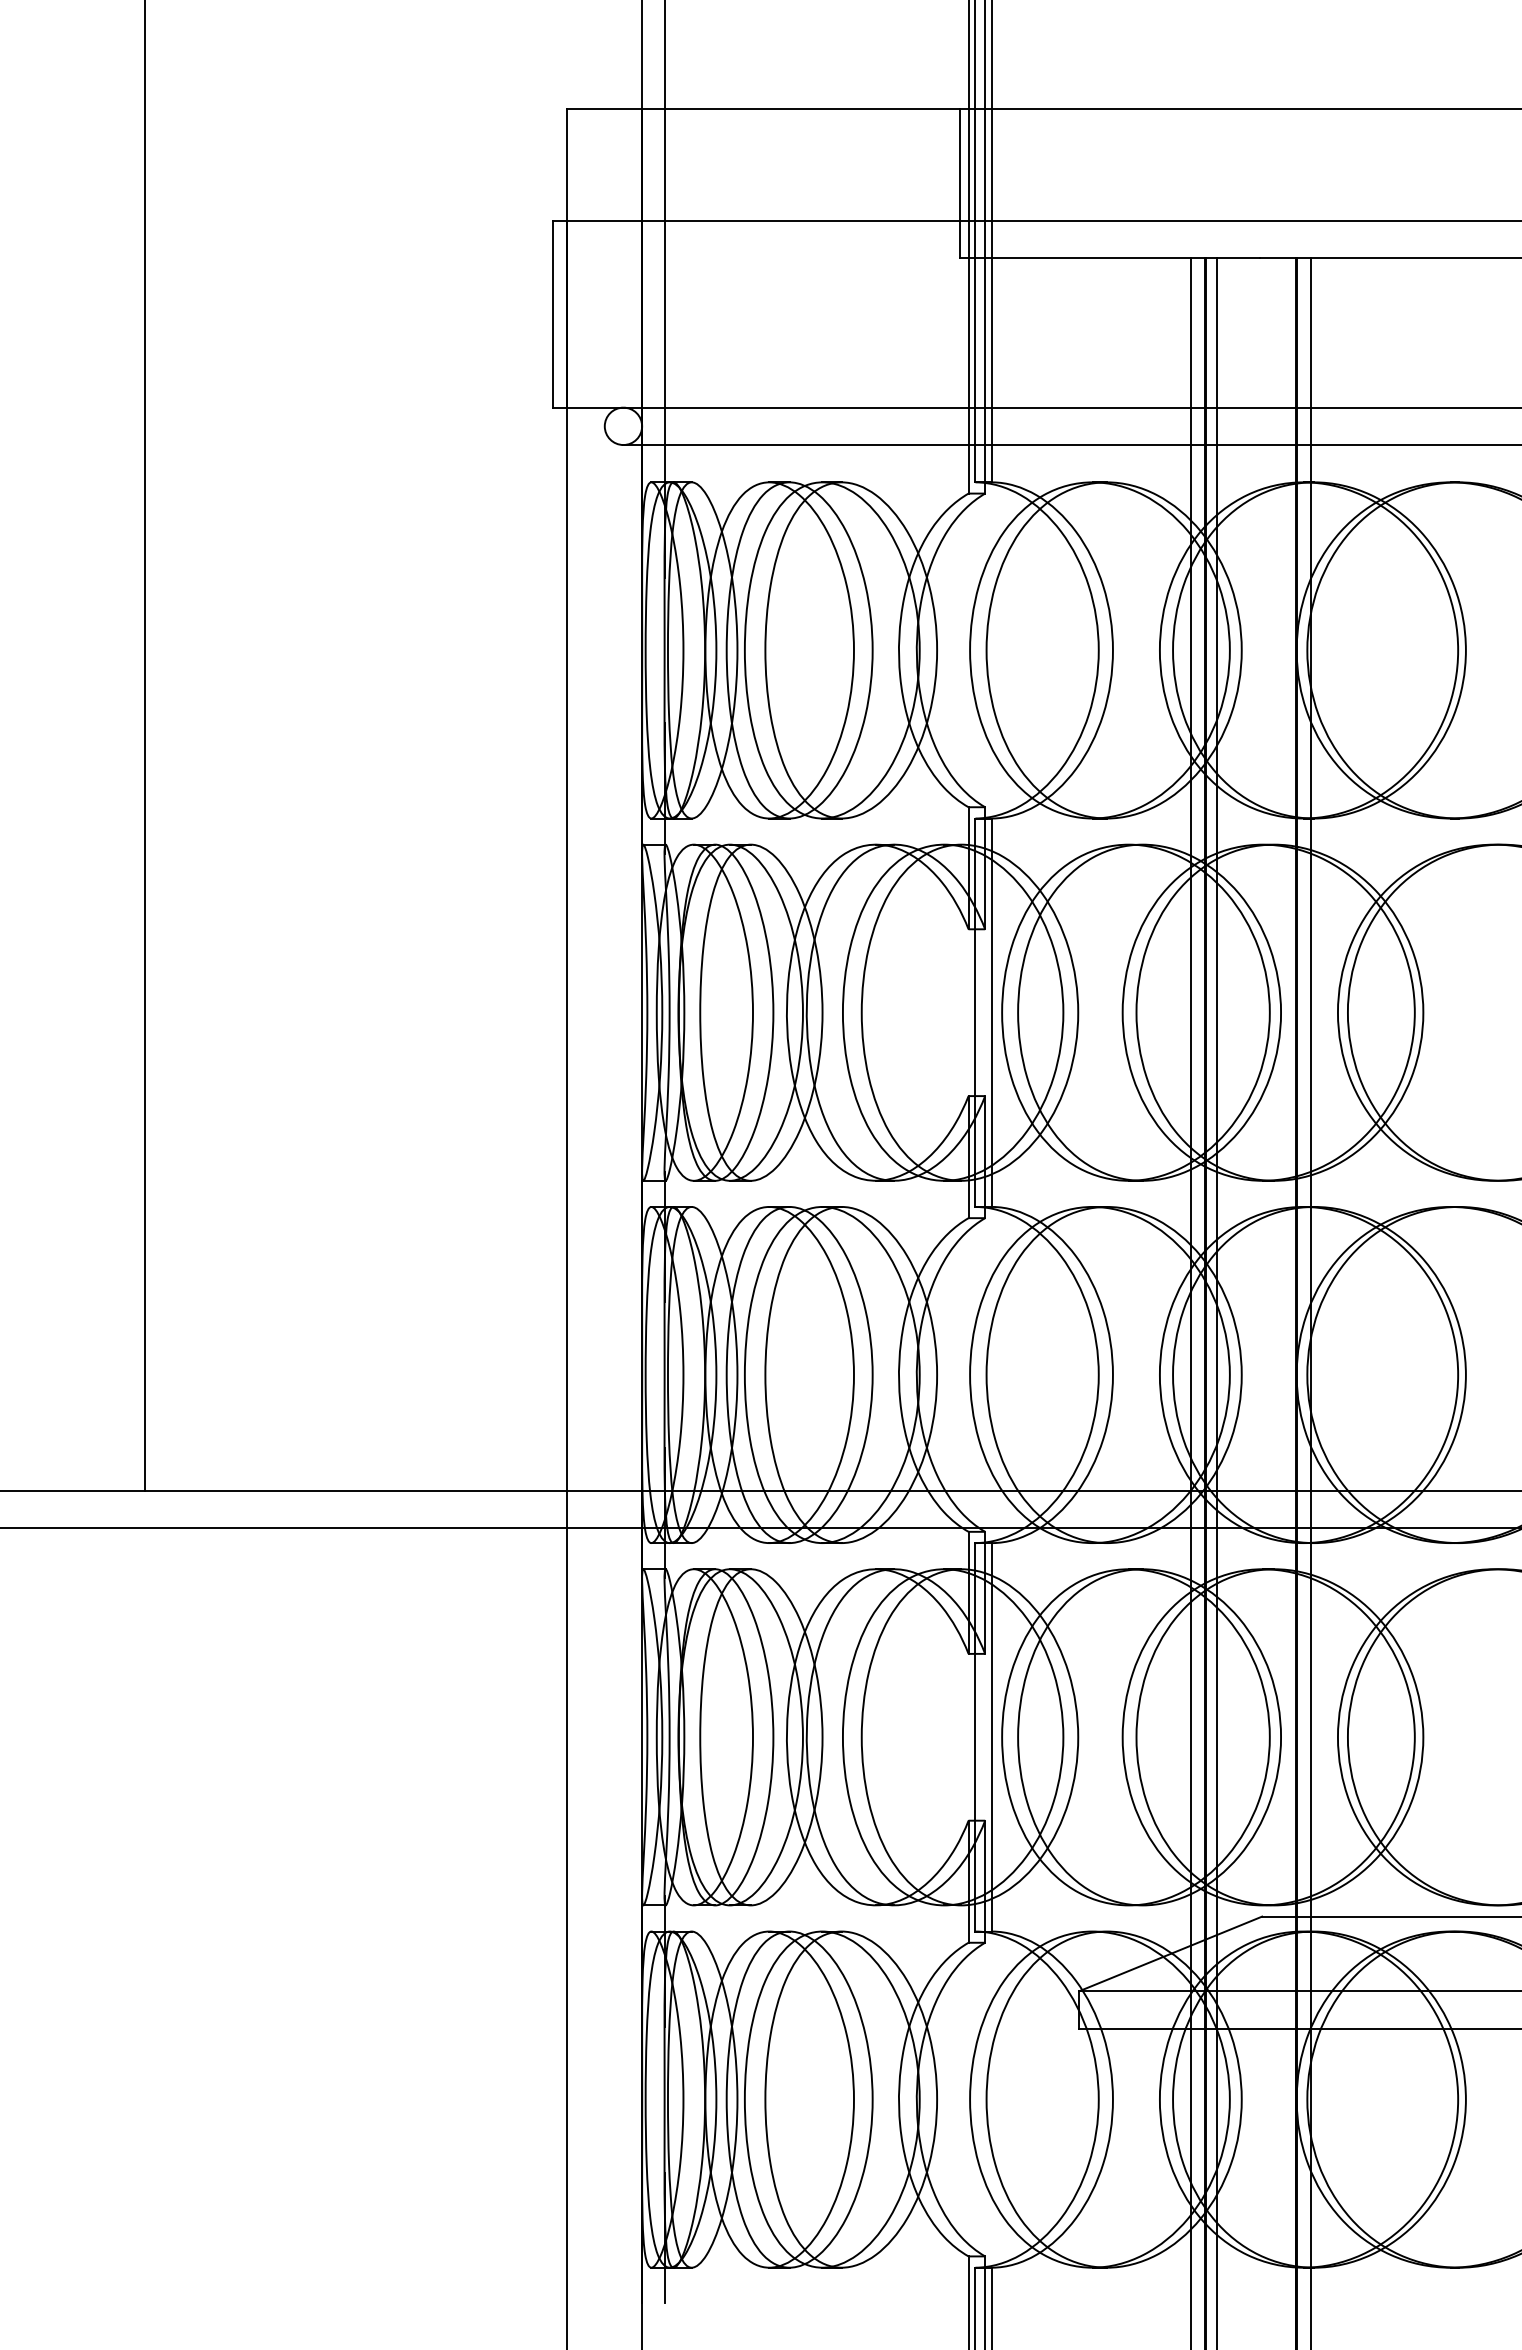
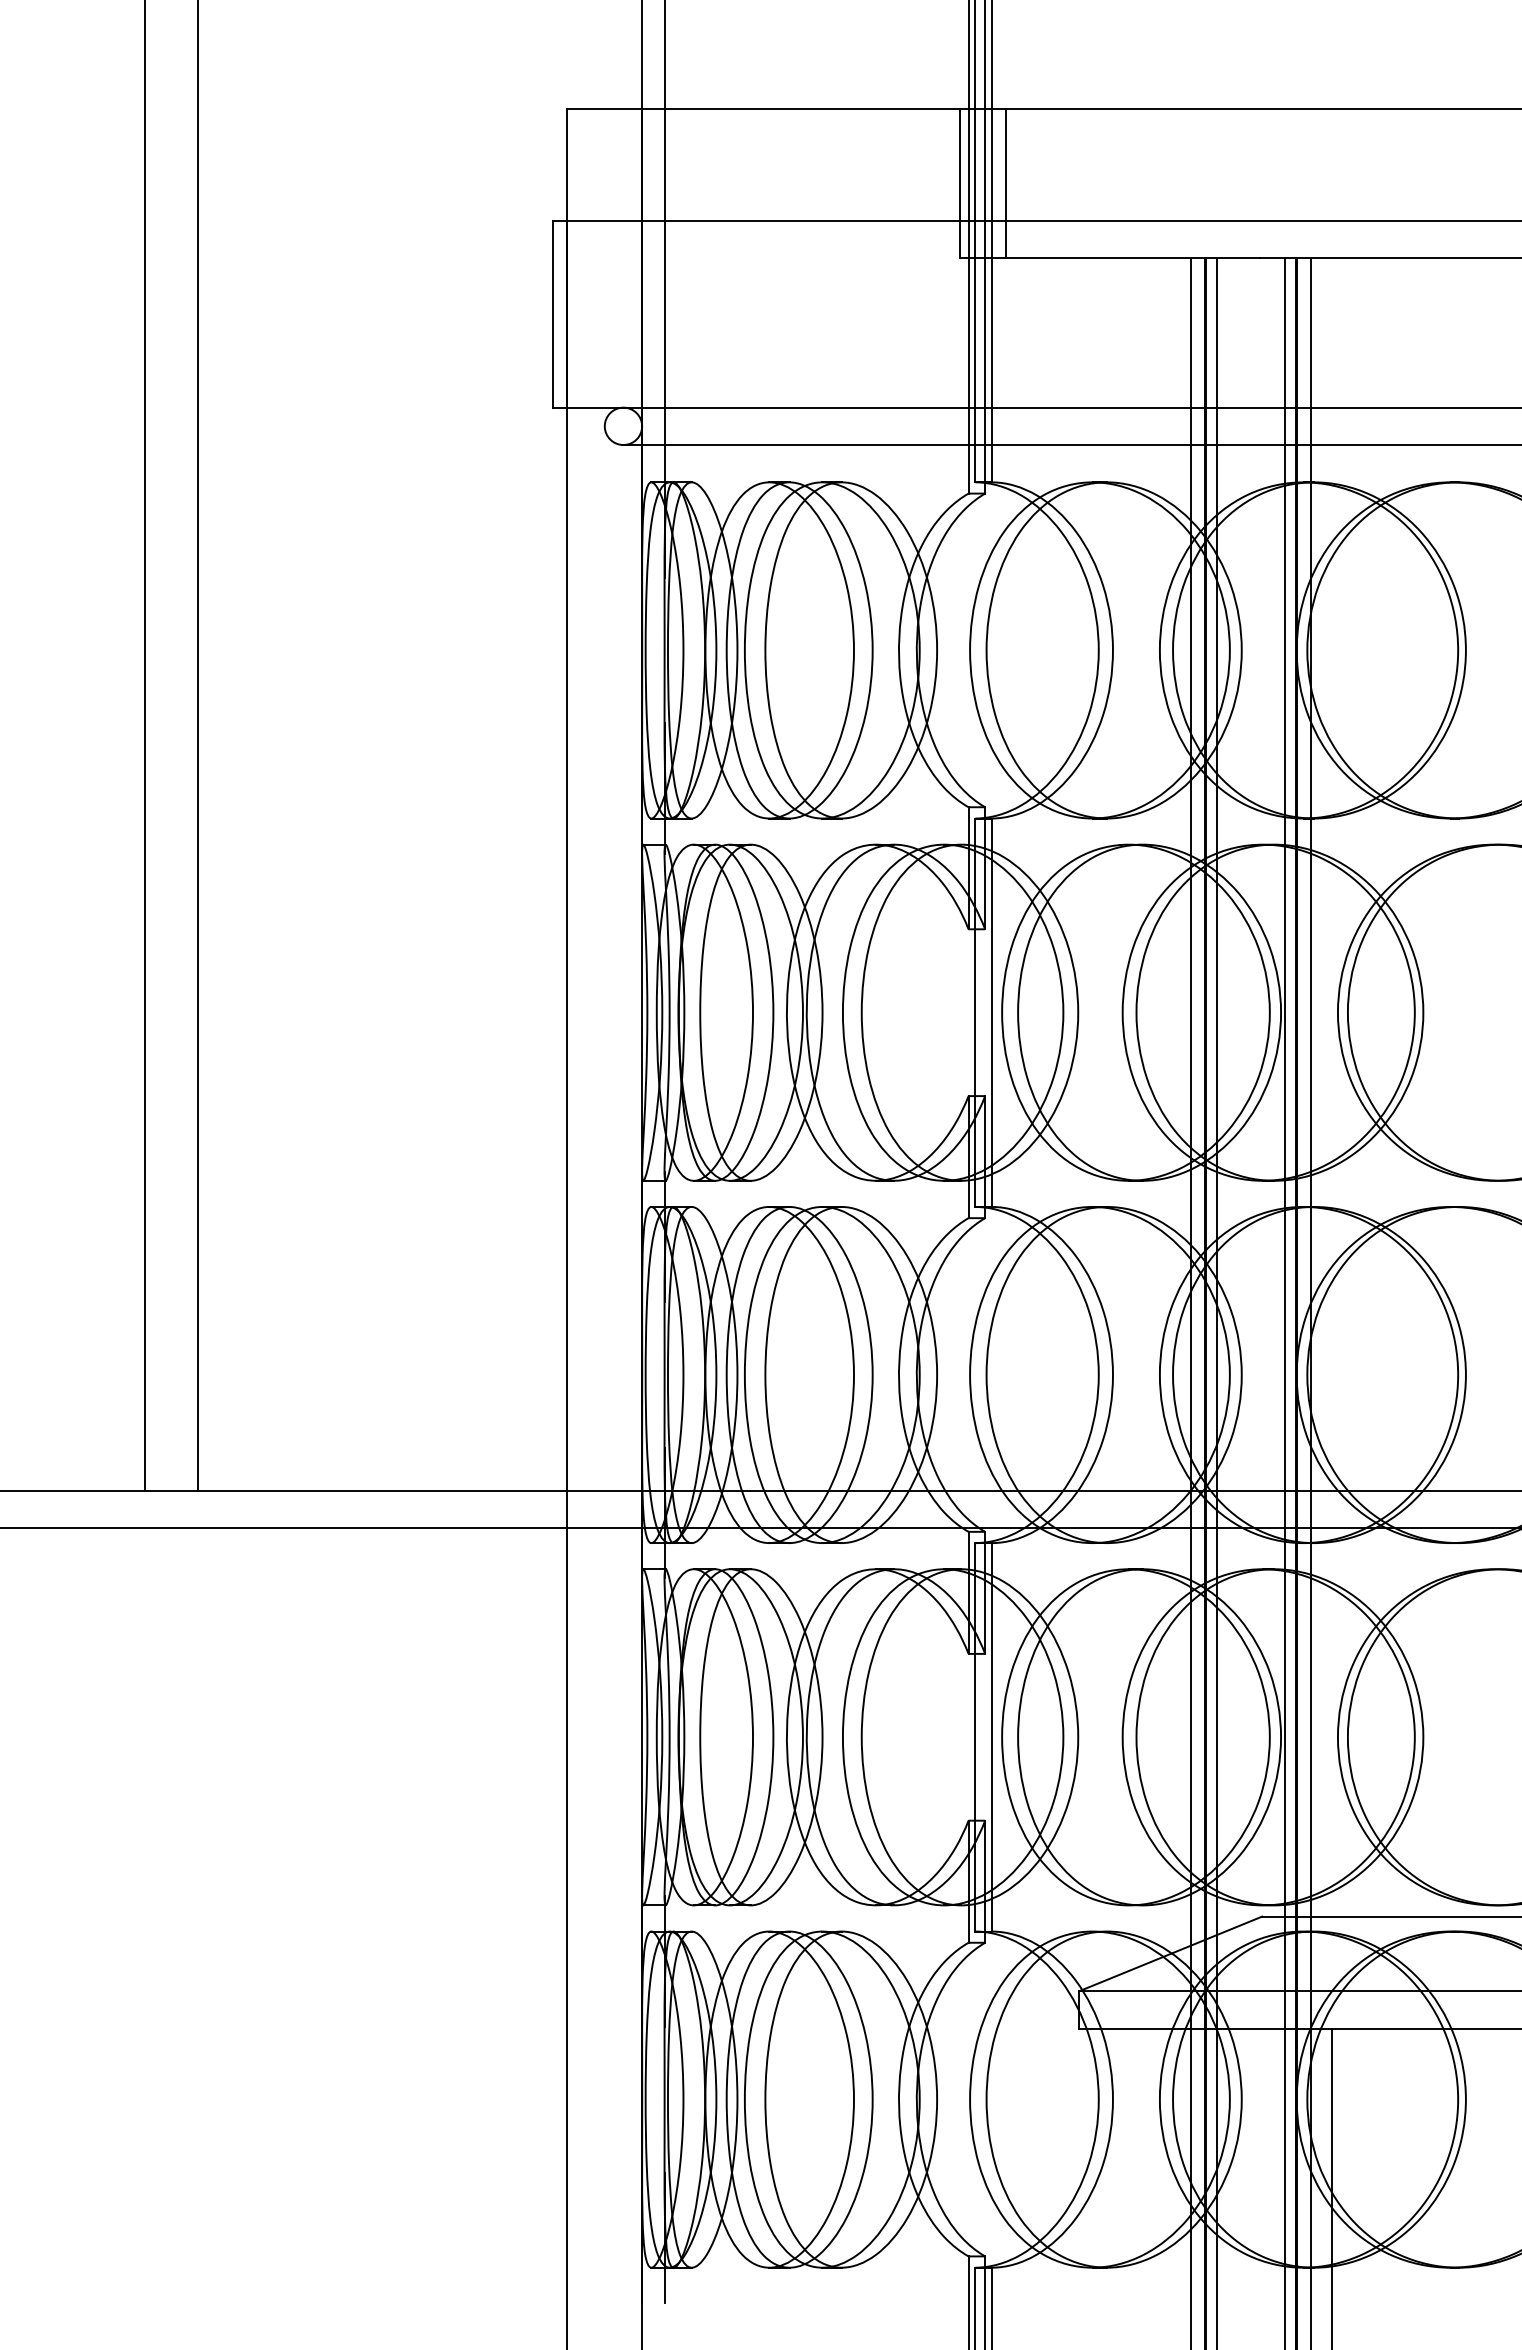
line at (1005, 183): none -> present
line at (198, 746): none -> present
line at (1284, 1302): none -> present
line at (1332, 2187): none -> present
